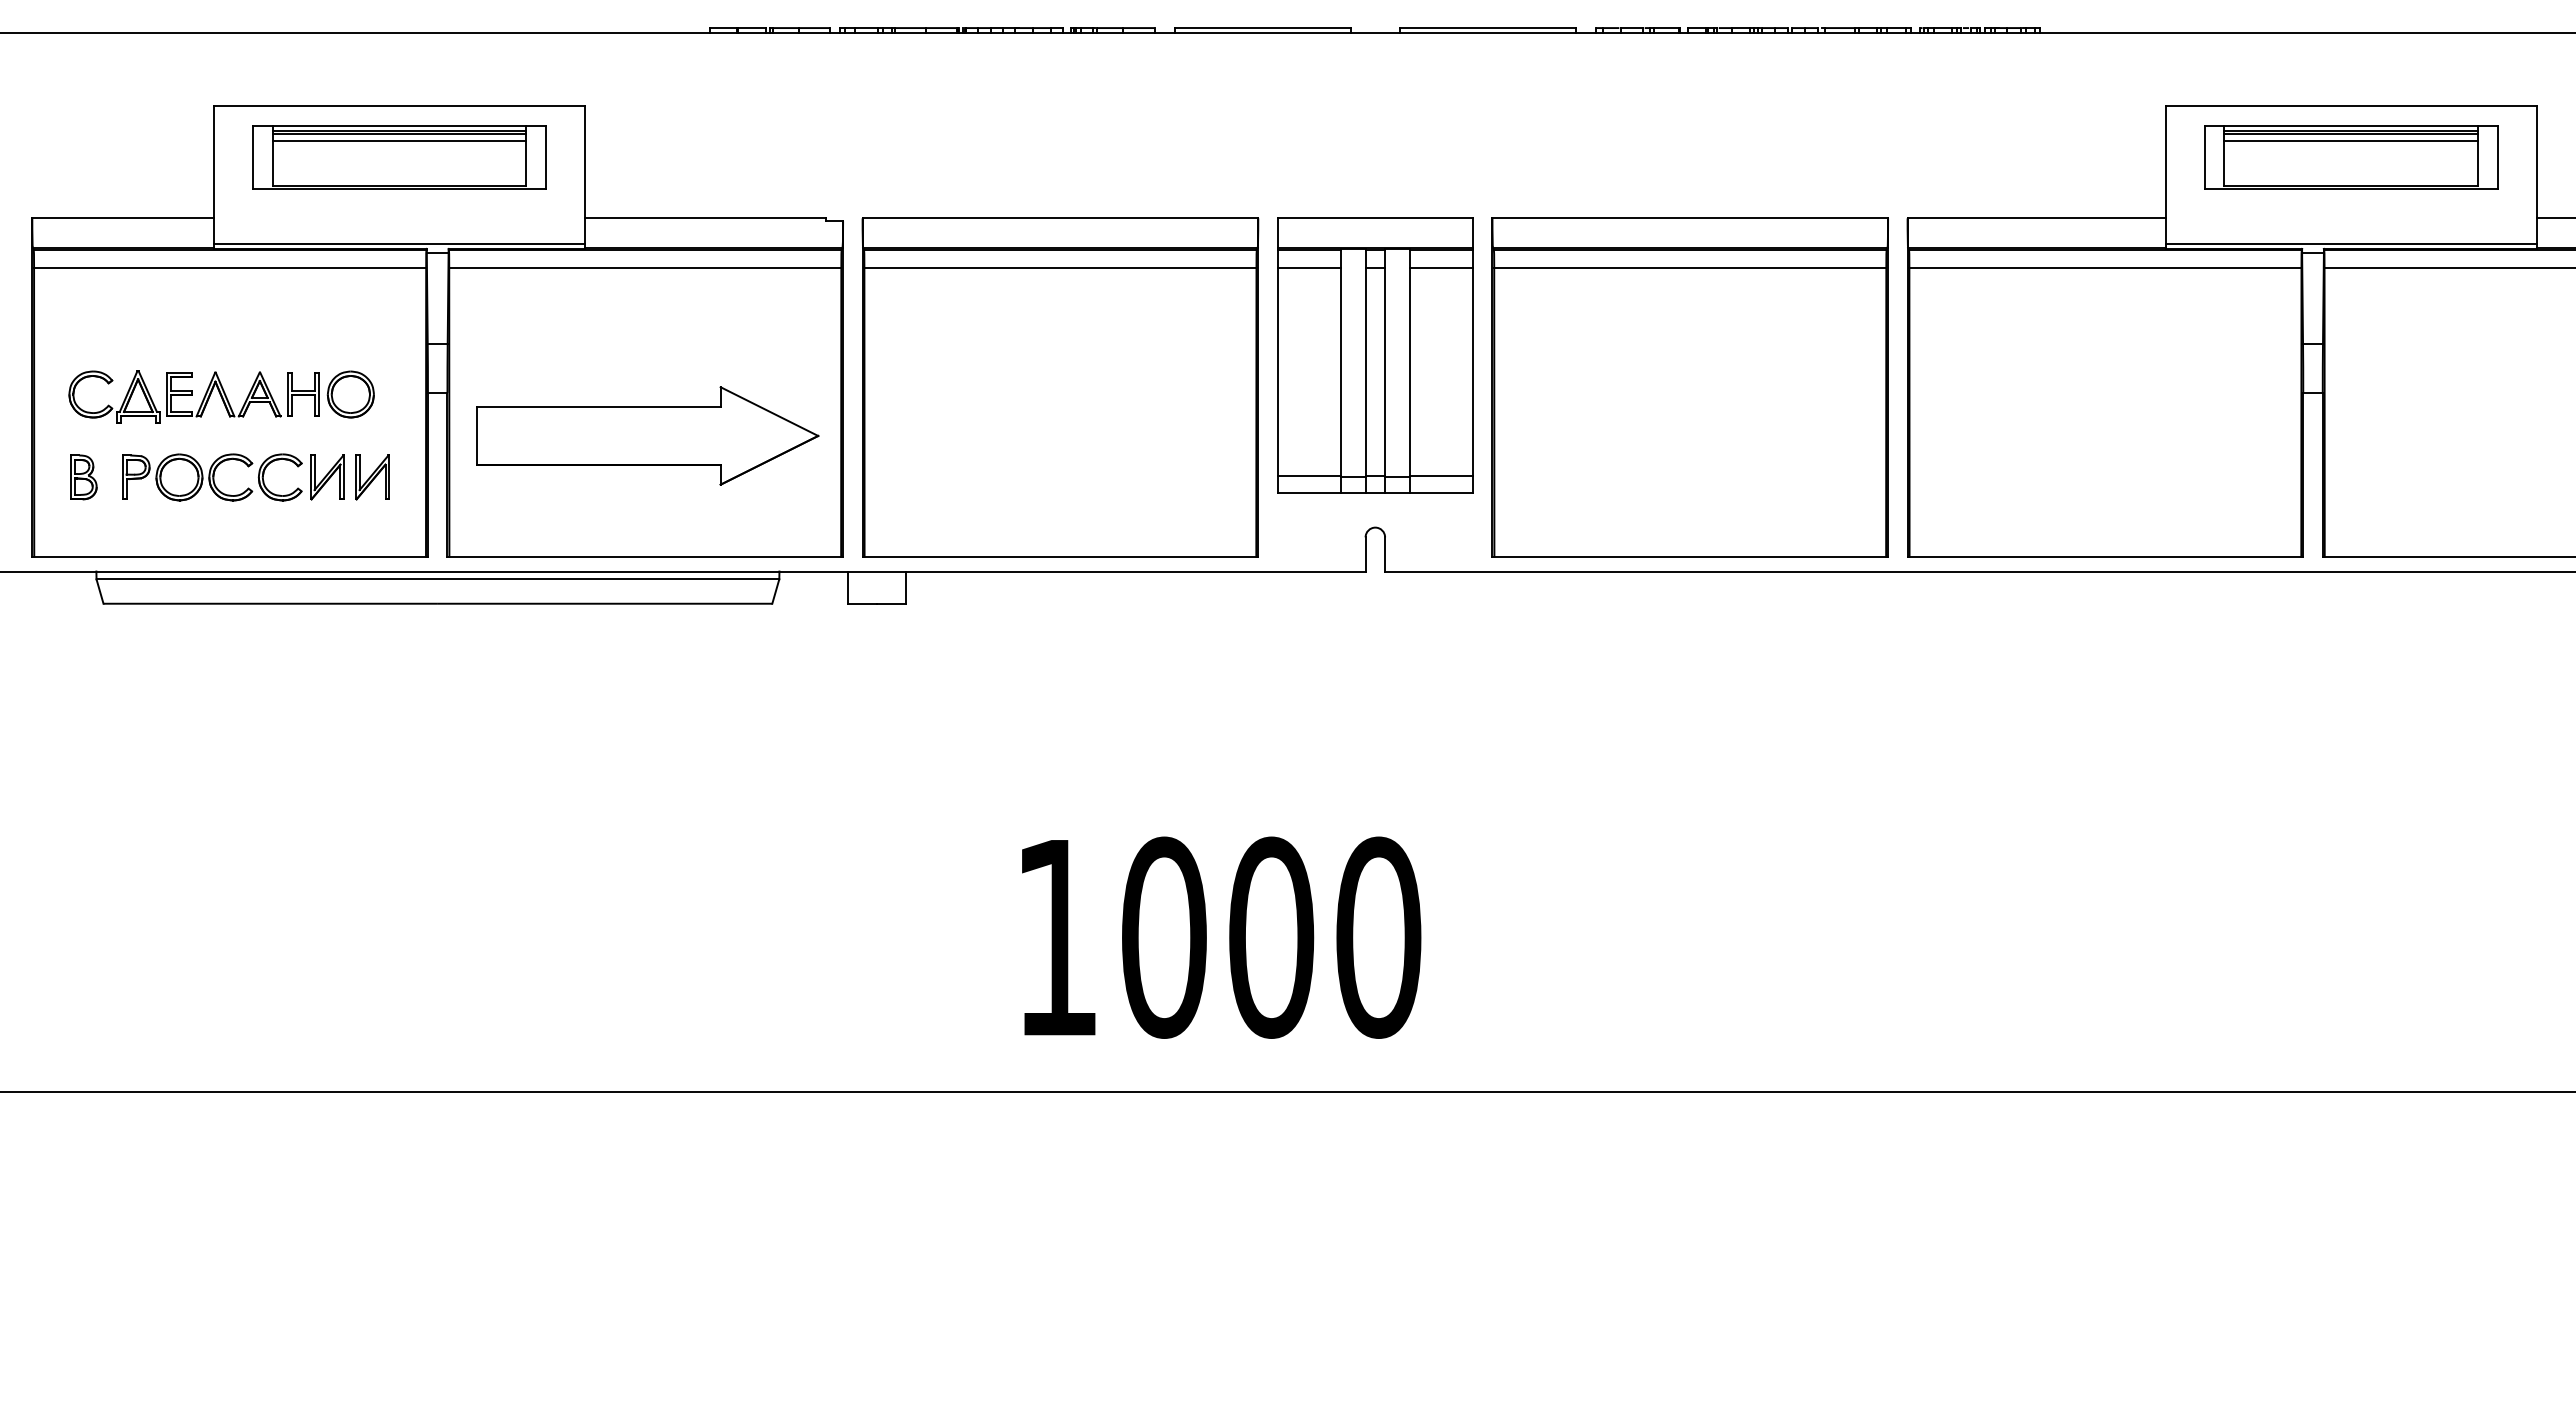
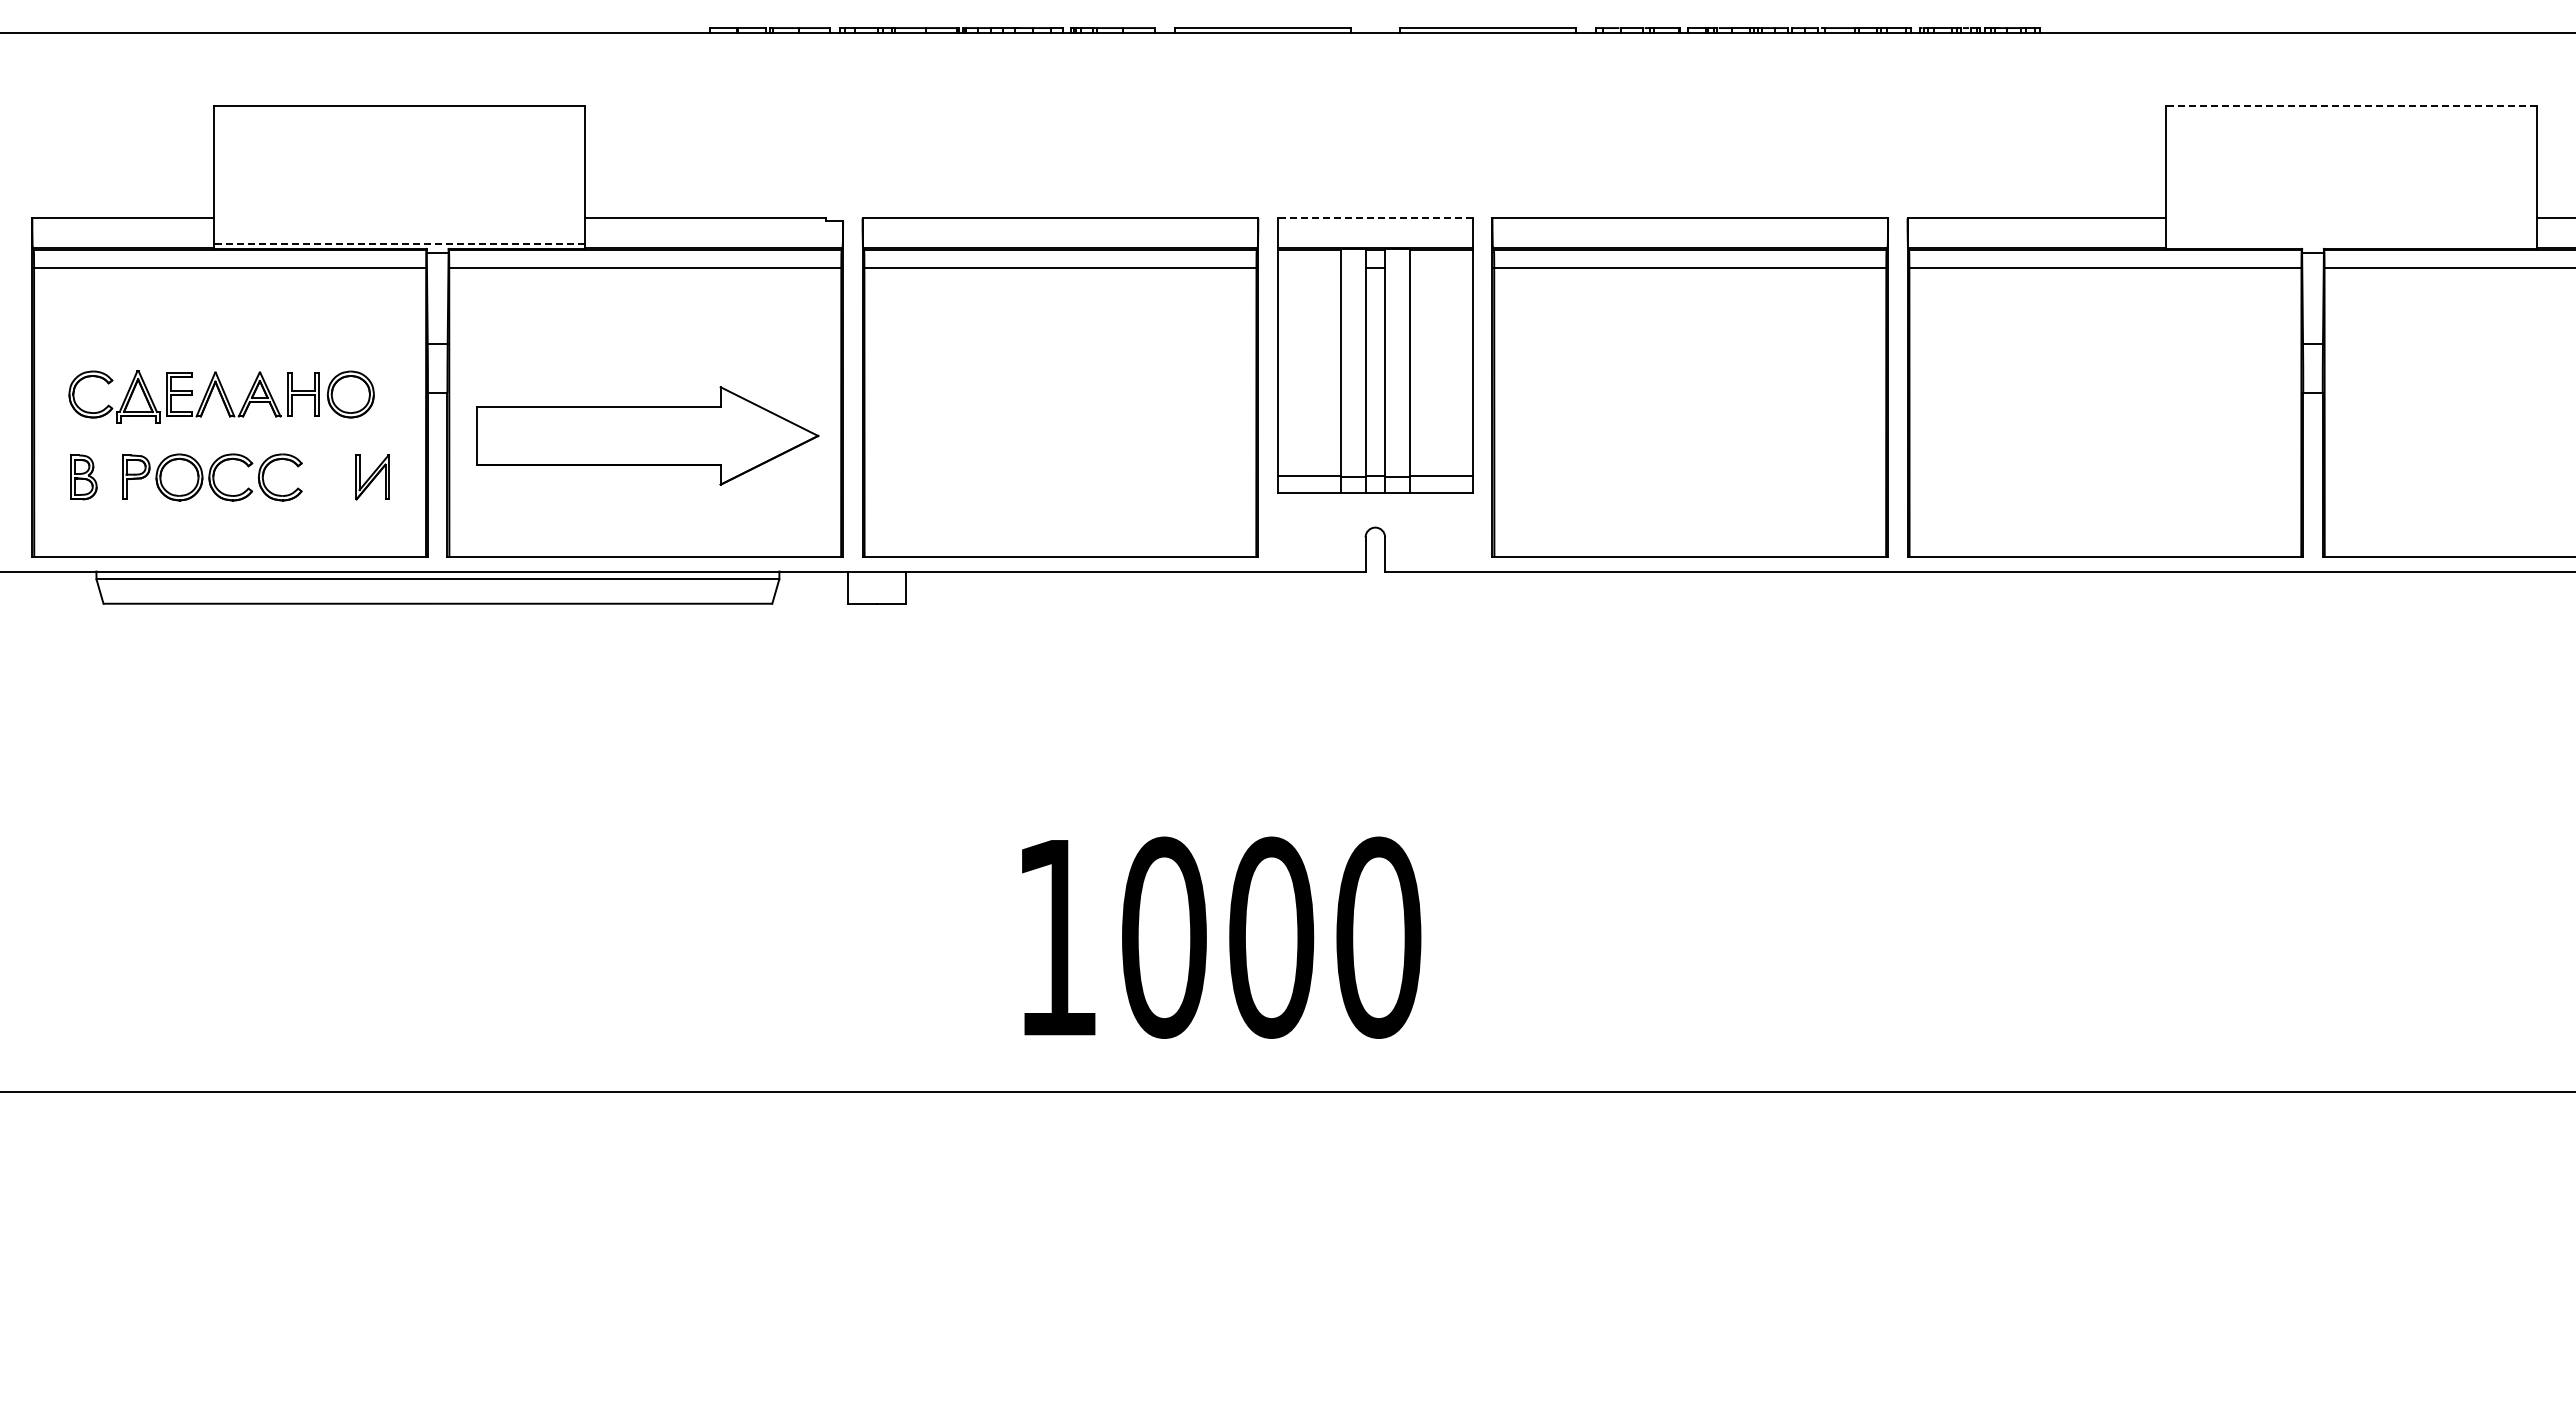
line at (2350, 105): solid -> dashed
part at (399, 157): present -> none
part at (2351, 157): present -> none
line at (1375, 218): solid -> dashed
line at (399, 244): solid -> dashed
line at (2350, 244): present -> none
line at (1309, 268): present -> none
line at (1440, 268): present -> none
part at (327, 477): present -> none
